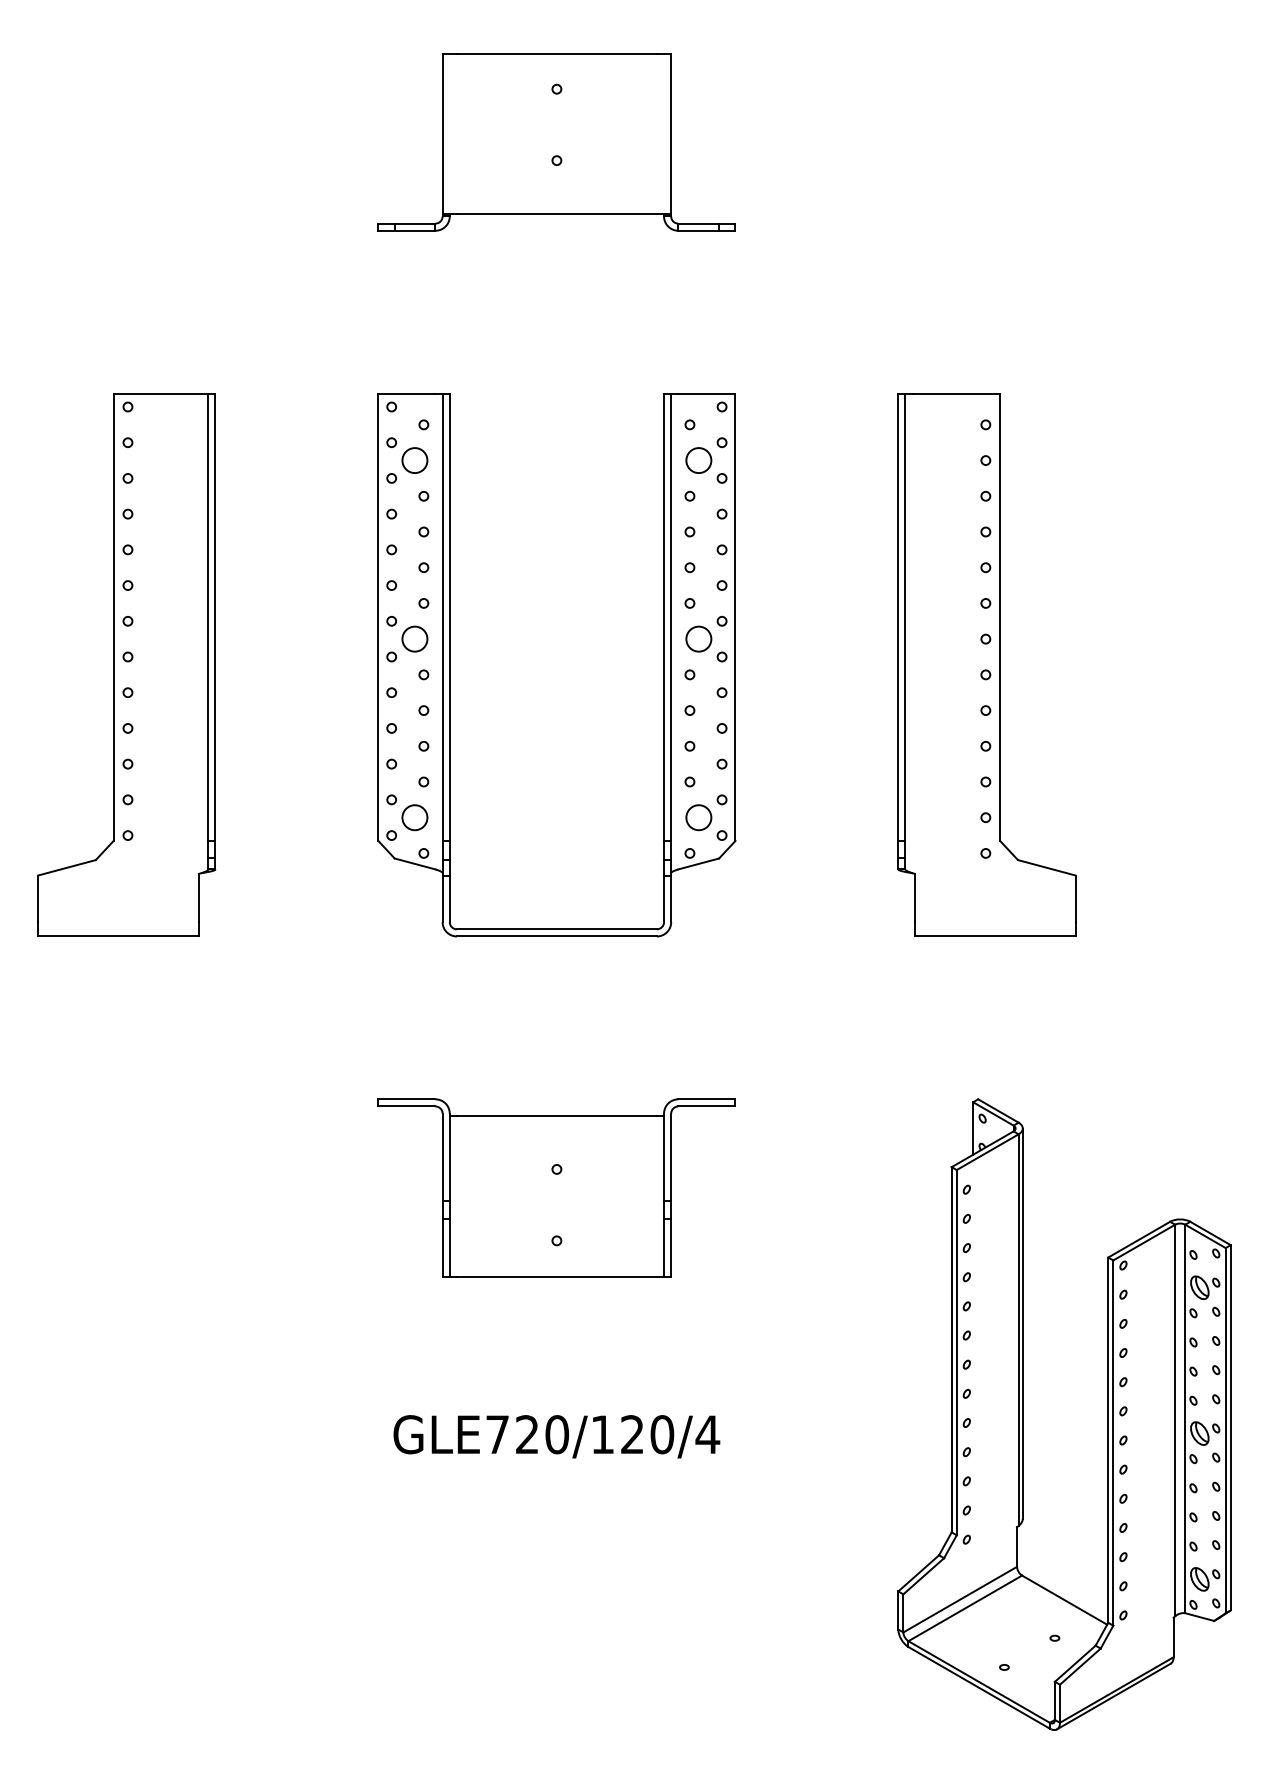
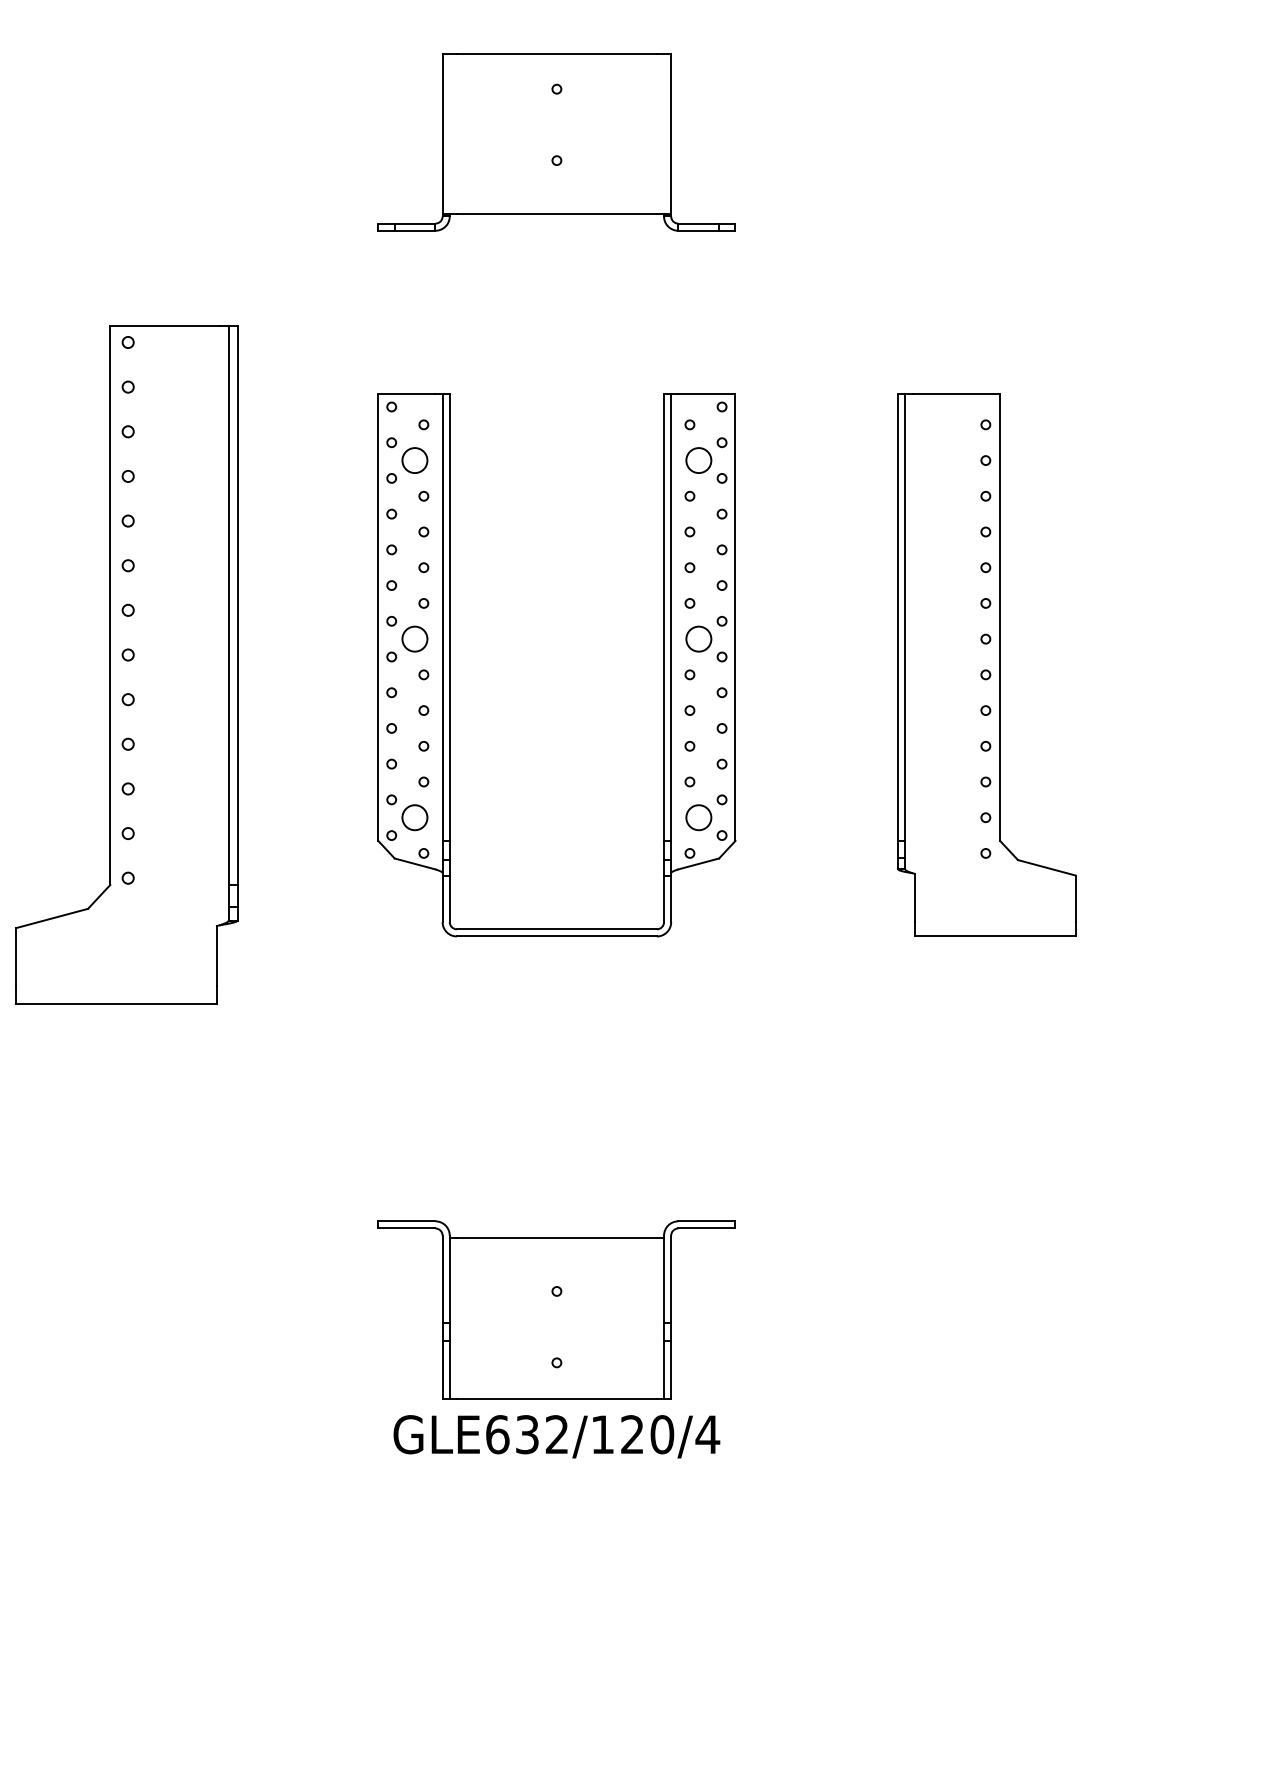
part at (126, 664) size: 180x544 px -> 224x680 px
part at (556, 1187) position: (556, 1187) -> (556, 1309)
part at (1023, 1414): present -> none
text at (527, 1434): GLE720/120/4 -> GLE632/120/4
